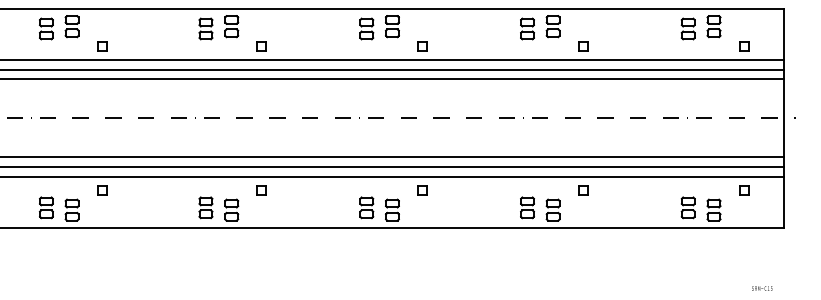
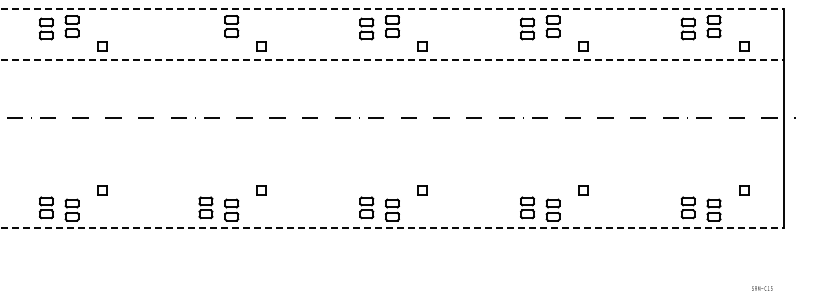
line at (392, 9): solid -> dashed
part at (205, 28): present -> none
line at (392, 59): solid -> dashed
line at (392, 69): present -> none
line at (392, 79): present -> none
line at (392, 157): present -> none
line at (392, 167): present -> none
line at (392, 177): present -> none
line at (392, 227): solid -> dashed
